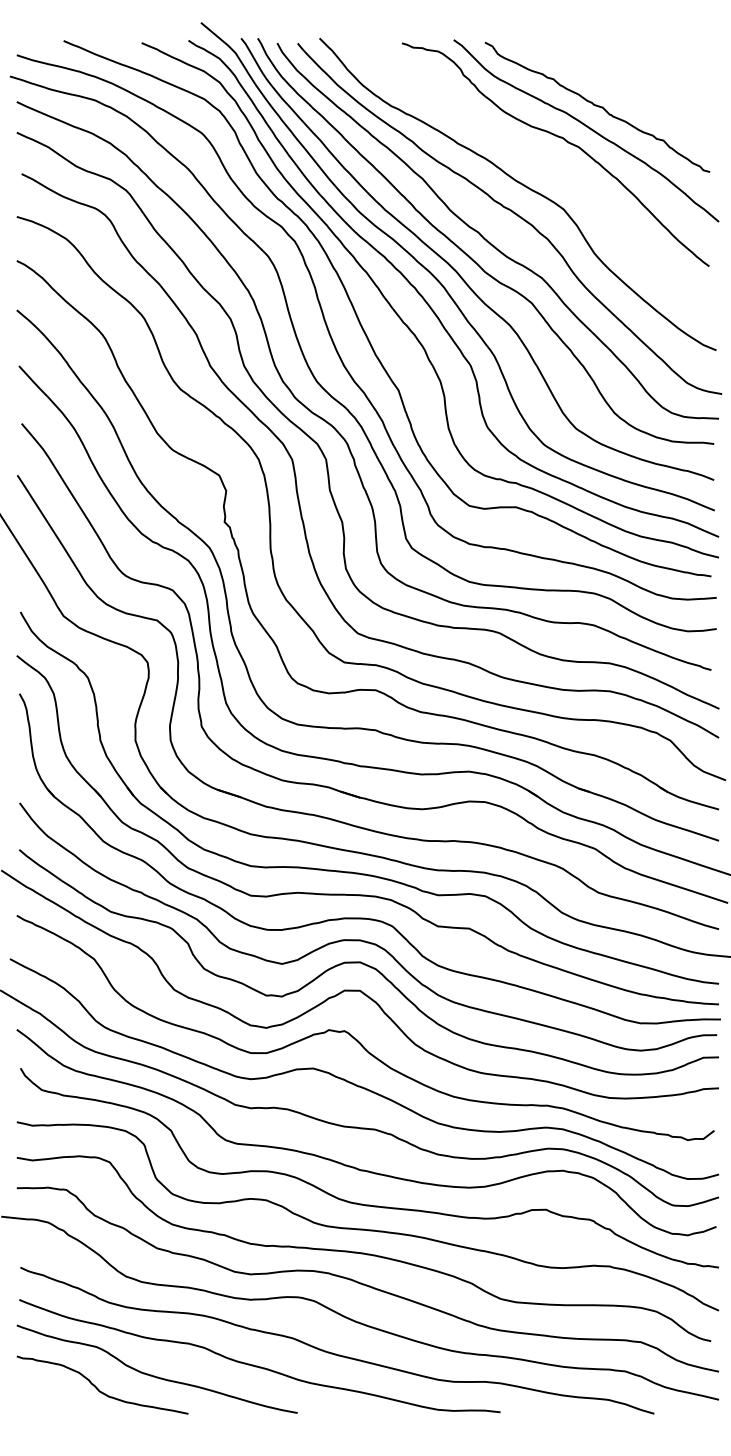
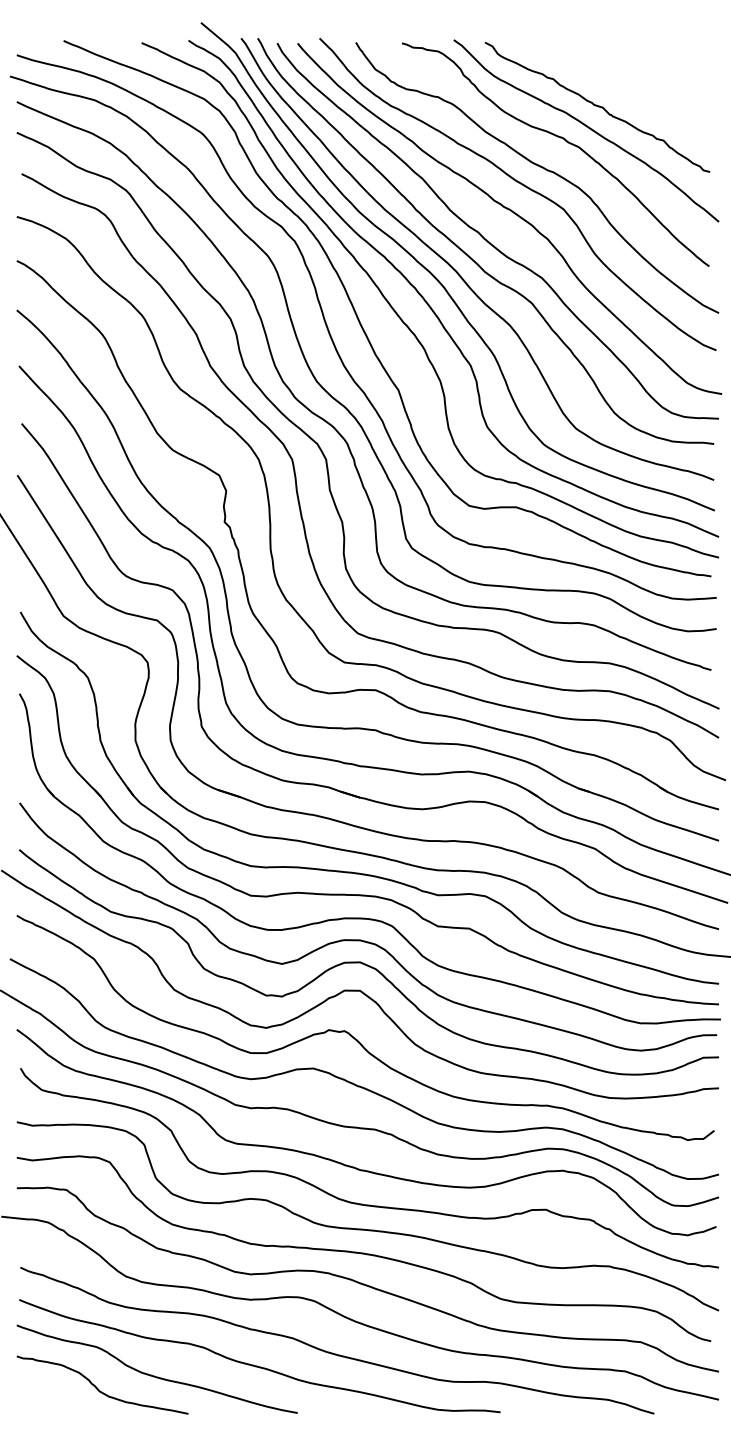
curve at (542, 168): none -> present
